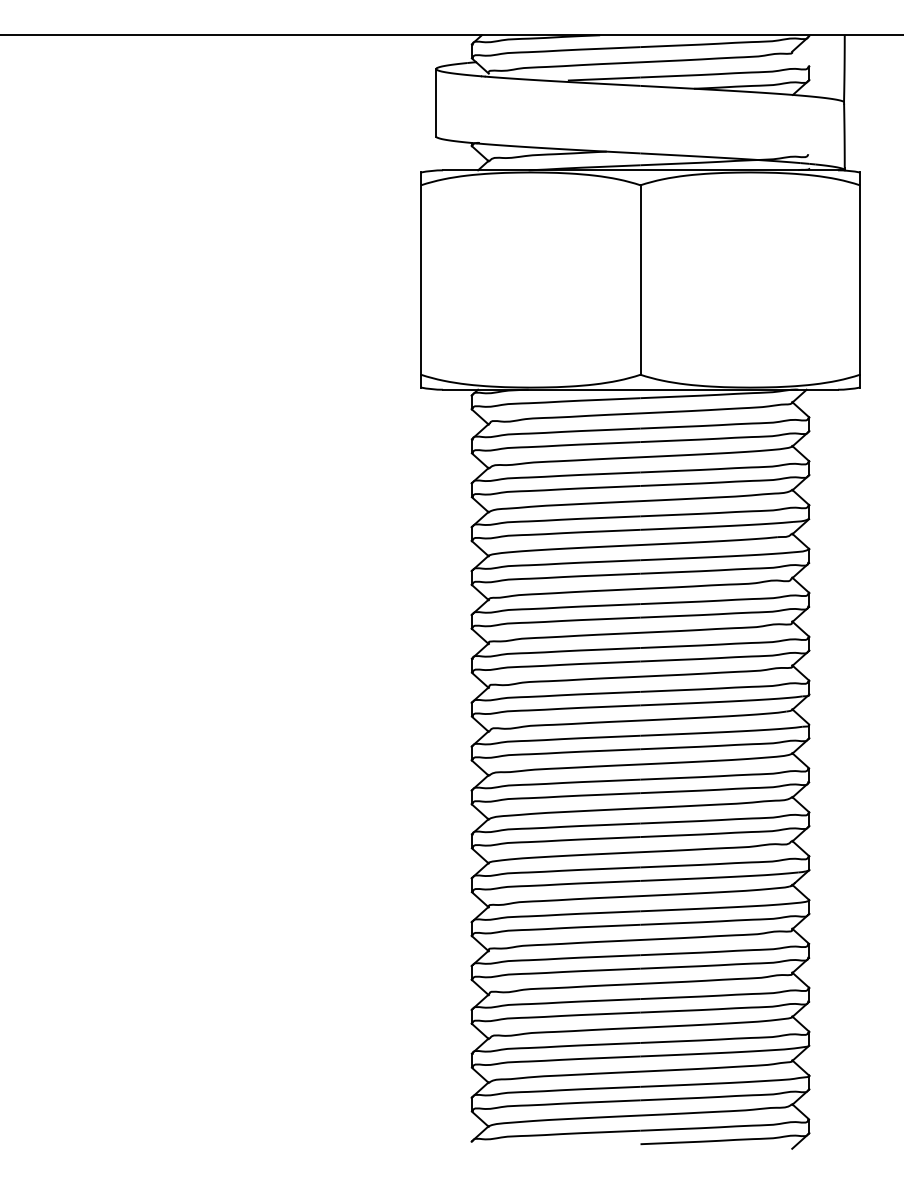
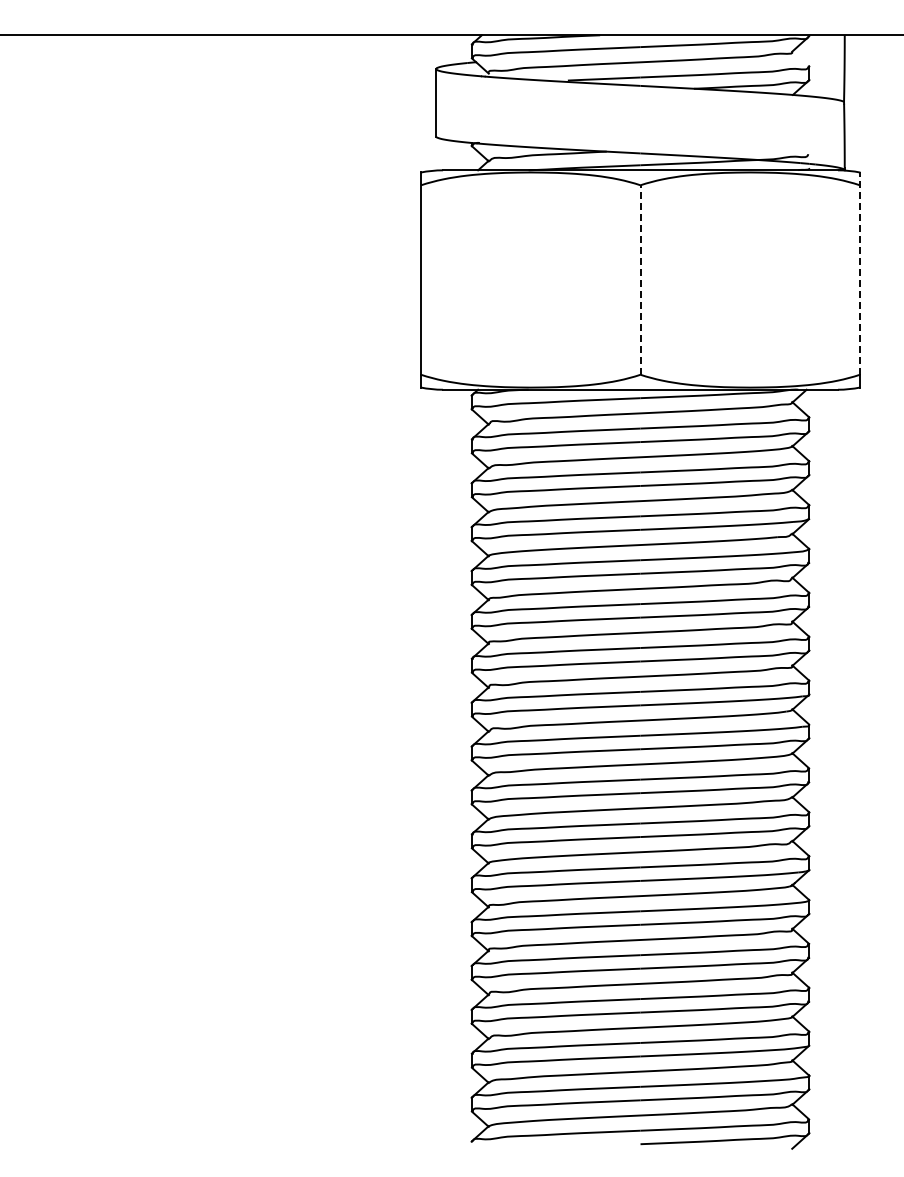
line at (859, 273): solid -> dashed
line at (640, 280): solid -> dashed
